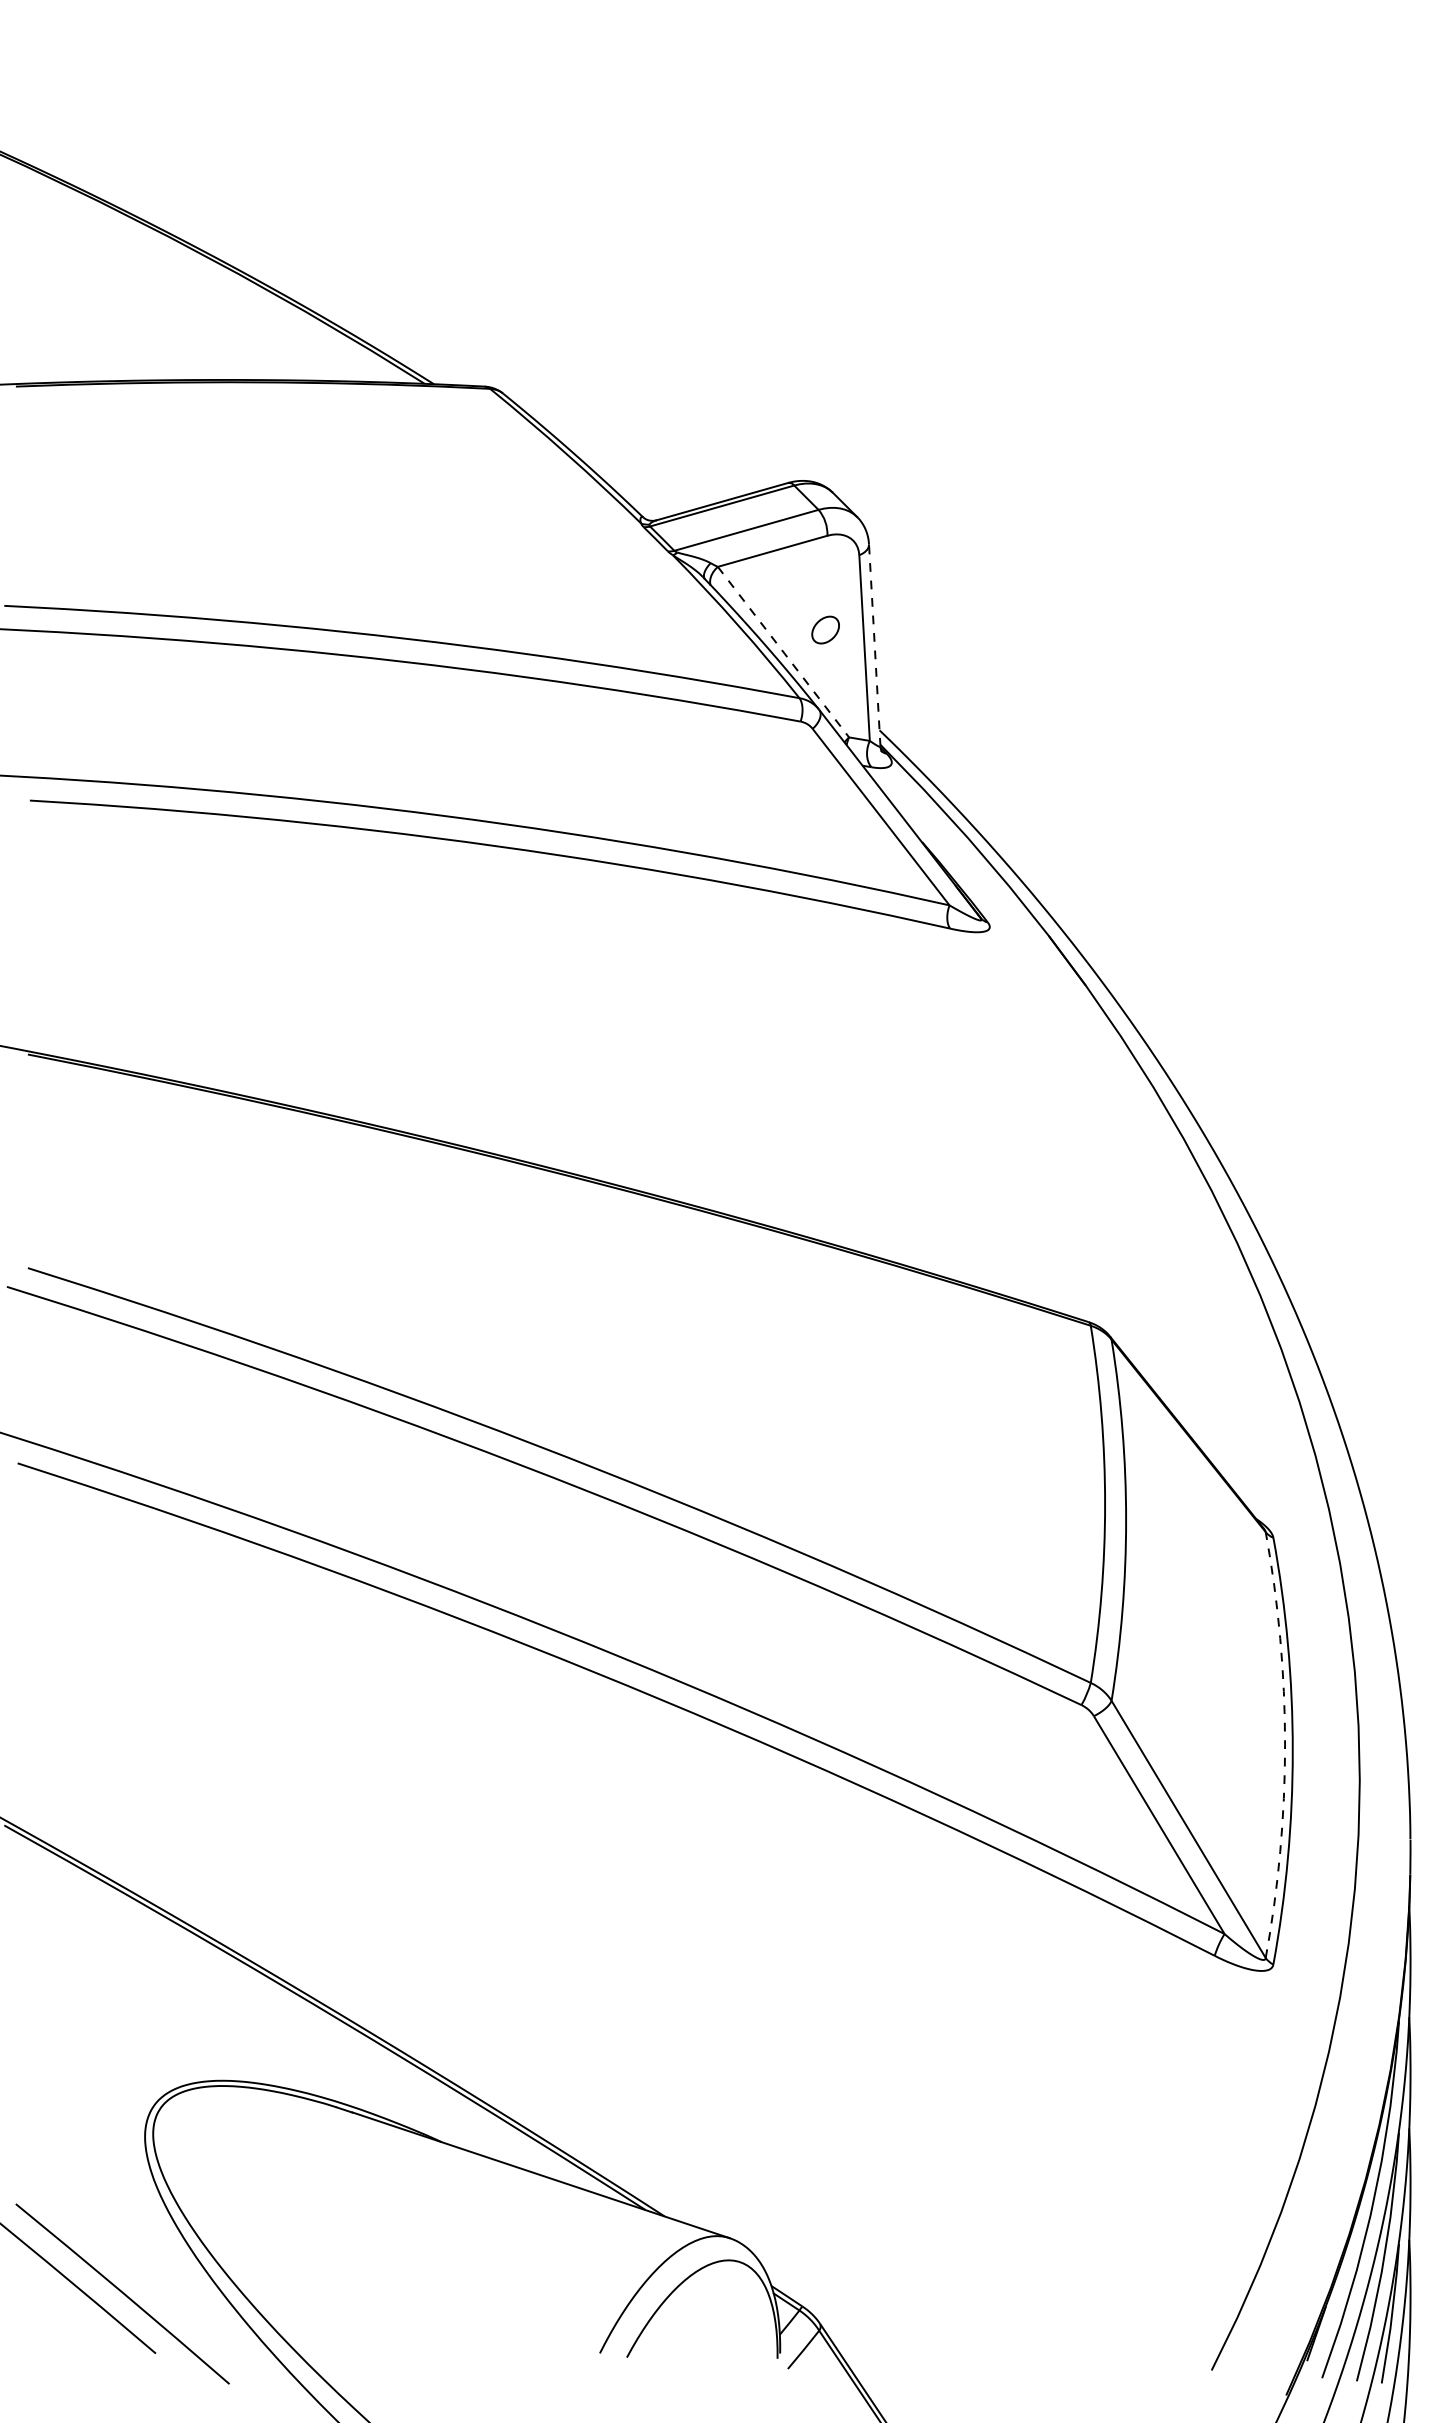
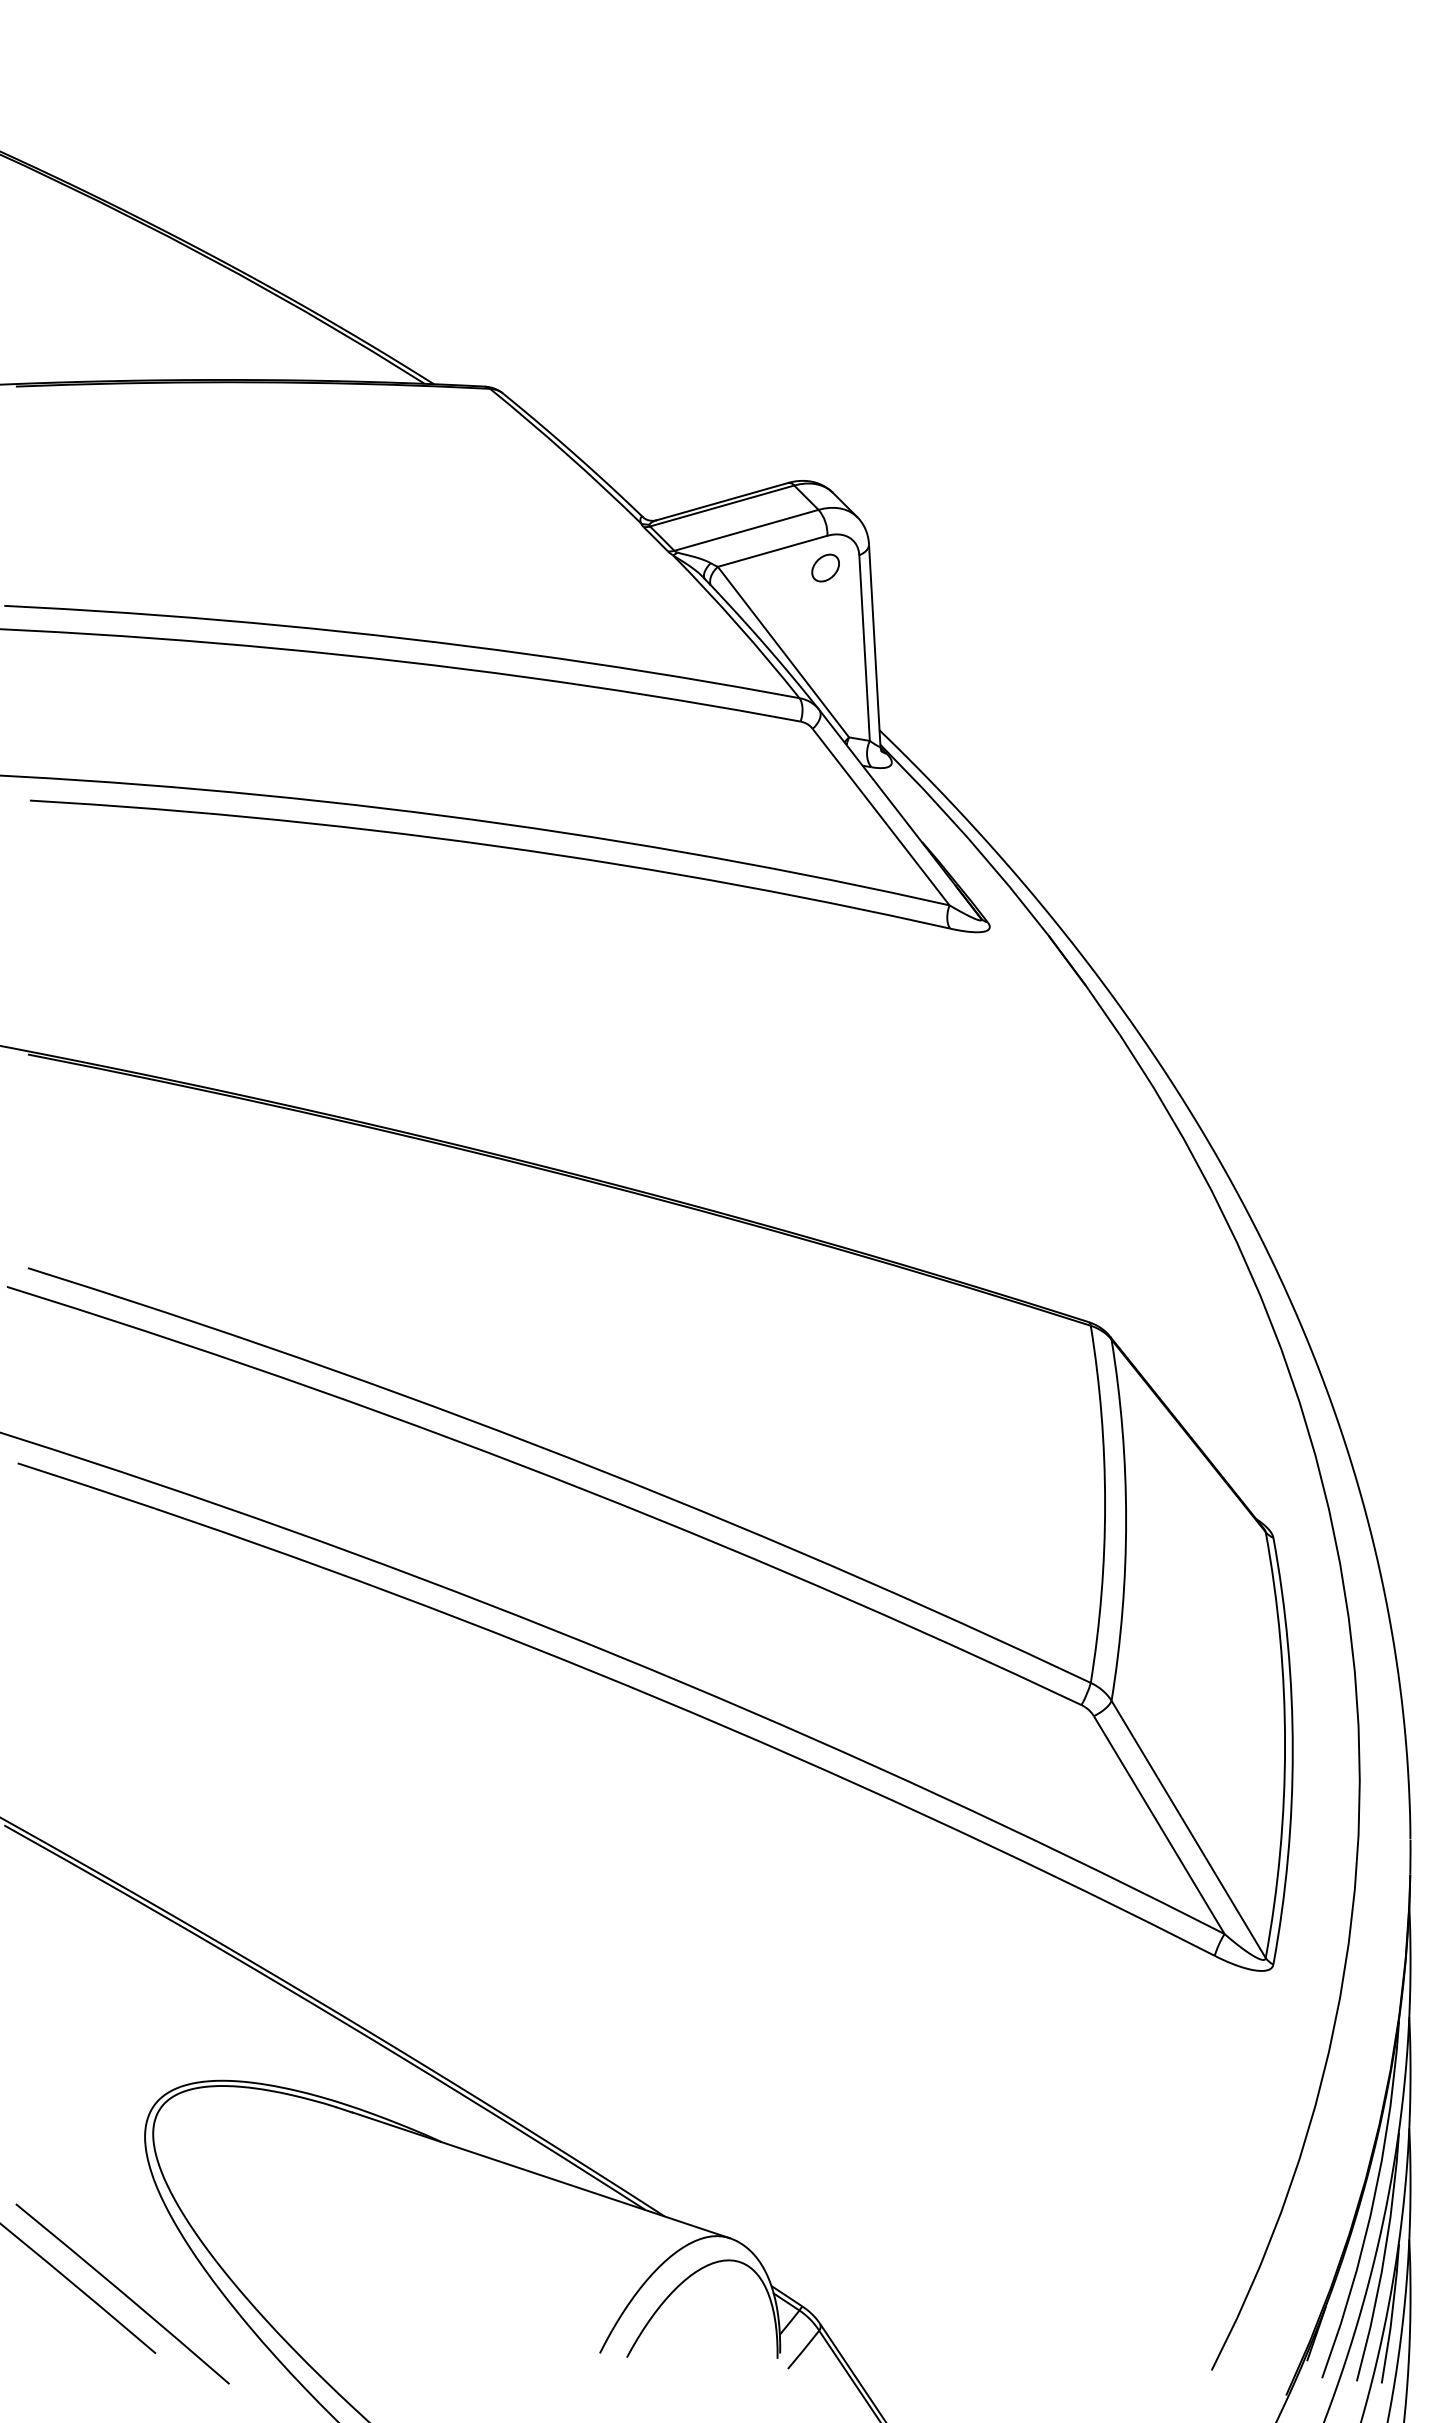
part at (825, 629) position: (825, 629) -> (825, 567)
line at (874, 645): dashed -> solid
line at (783, 652): dashed -> solid
arc at (1285, 1745): dashed -> solid
